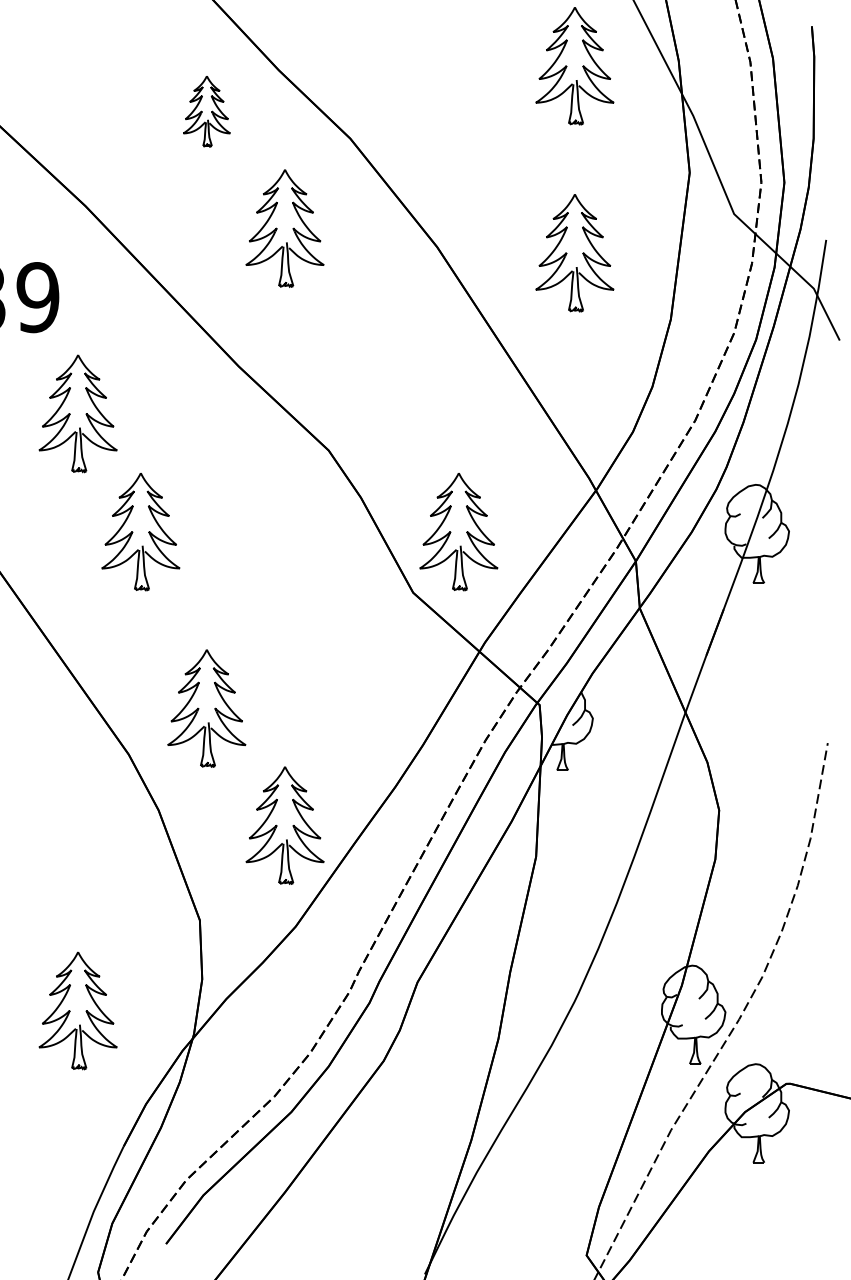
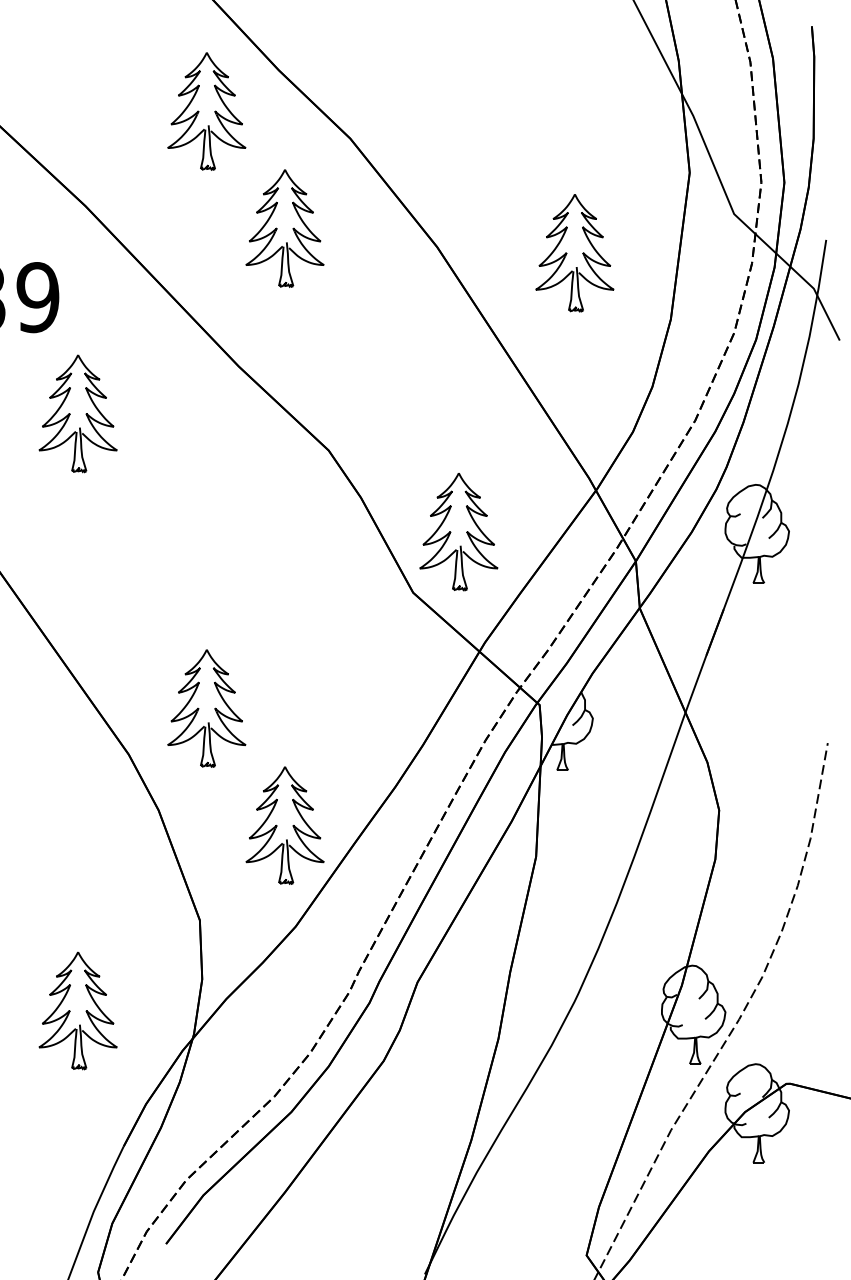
part at (574, 66): present -> none
part at (206, 111) size: 48x72 px -> 80x119 px
part at (140, 532): present -> none
